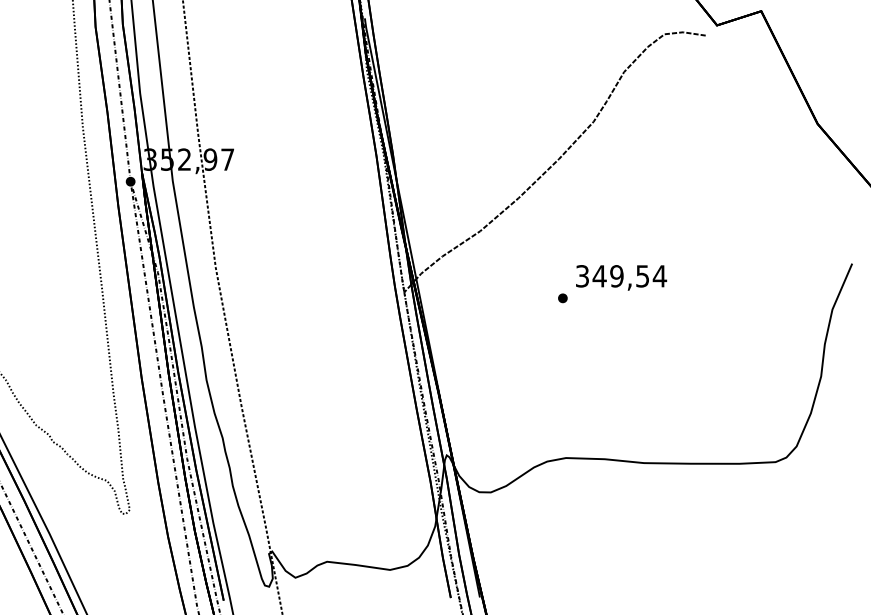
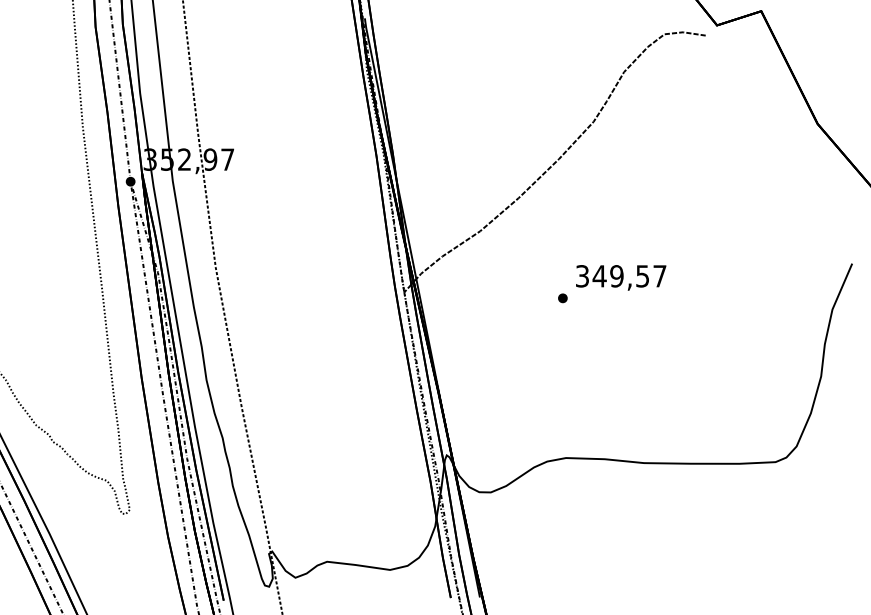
text at (659, 276): 349,54 -> 349,57
